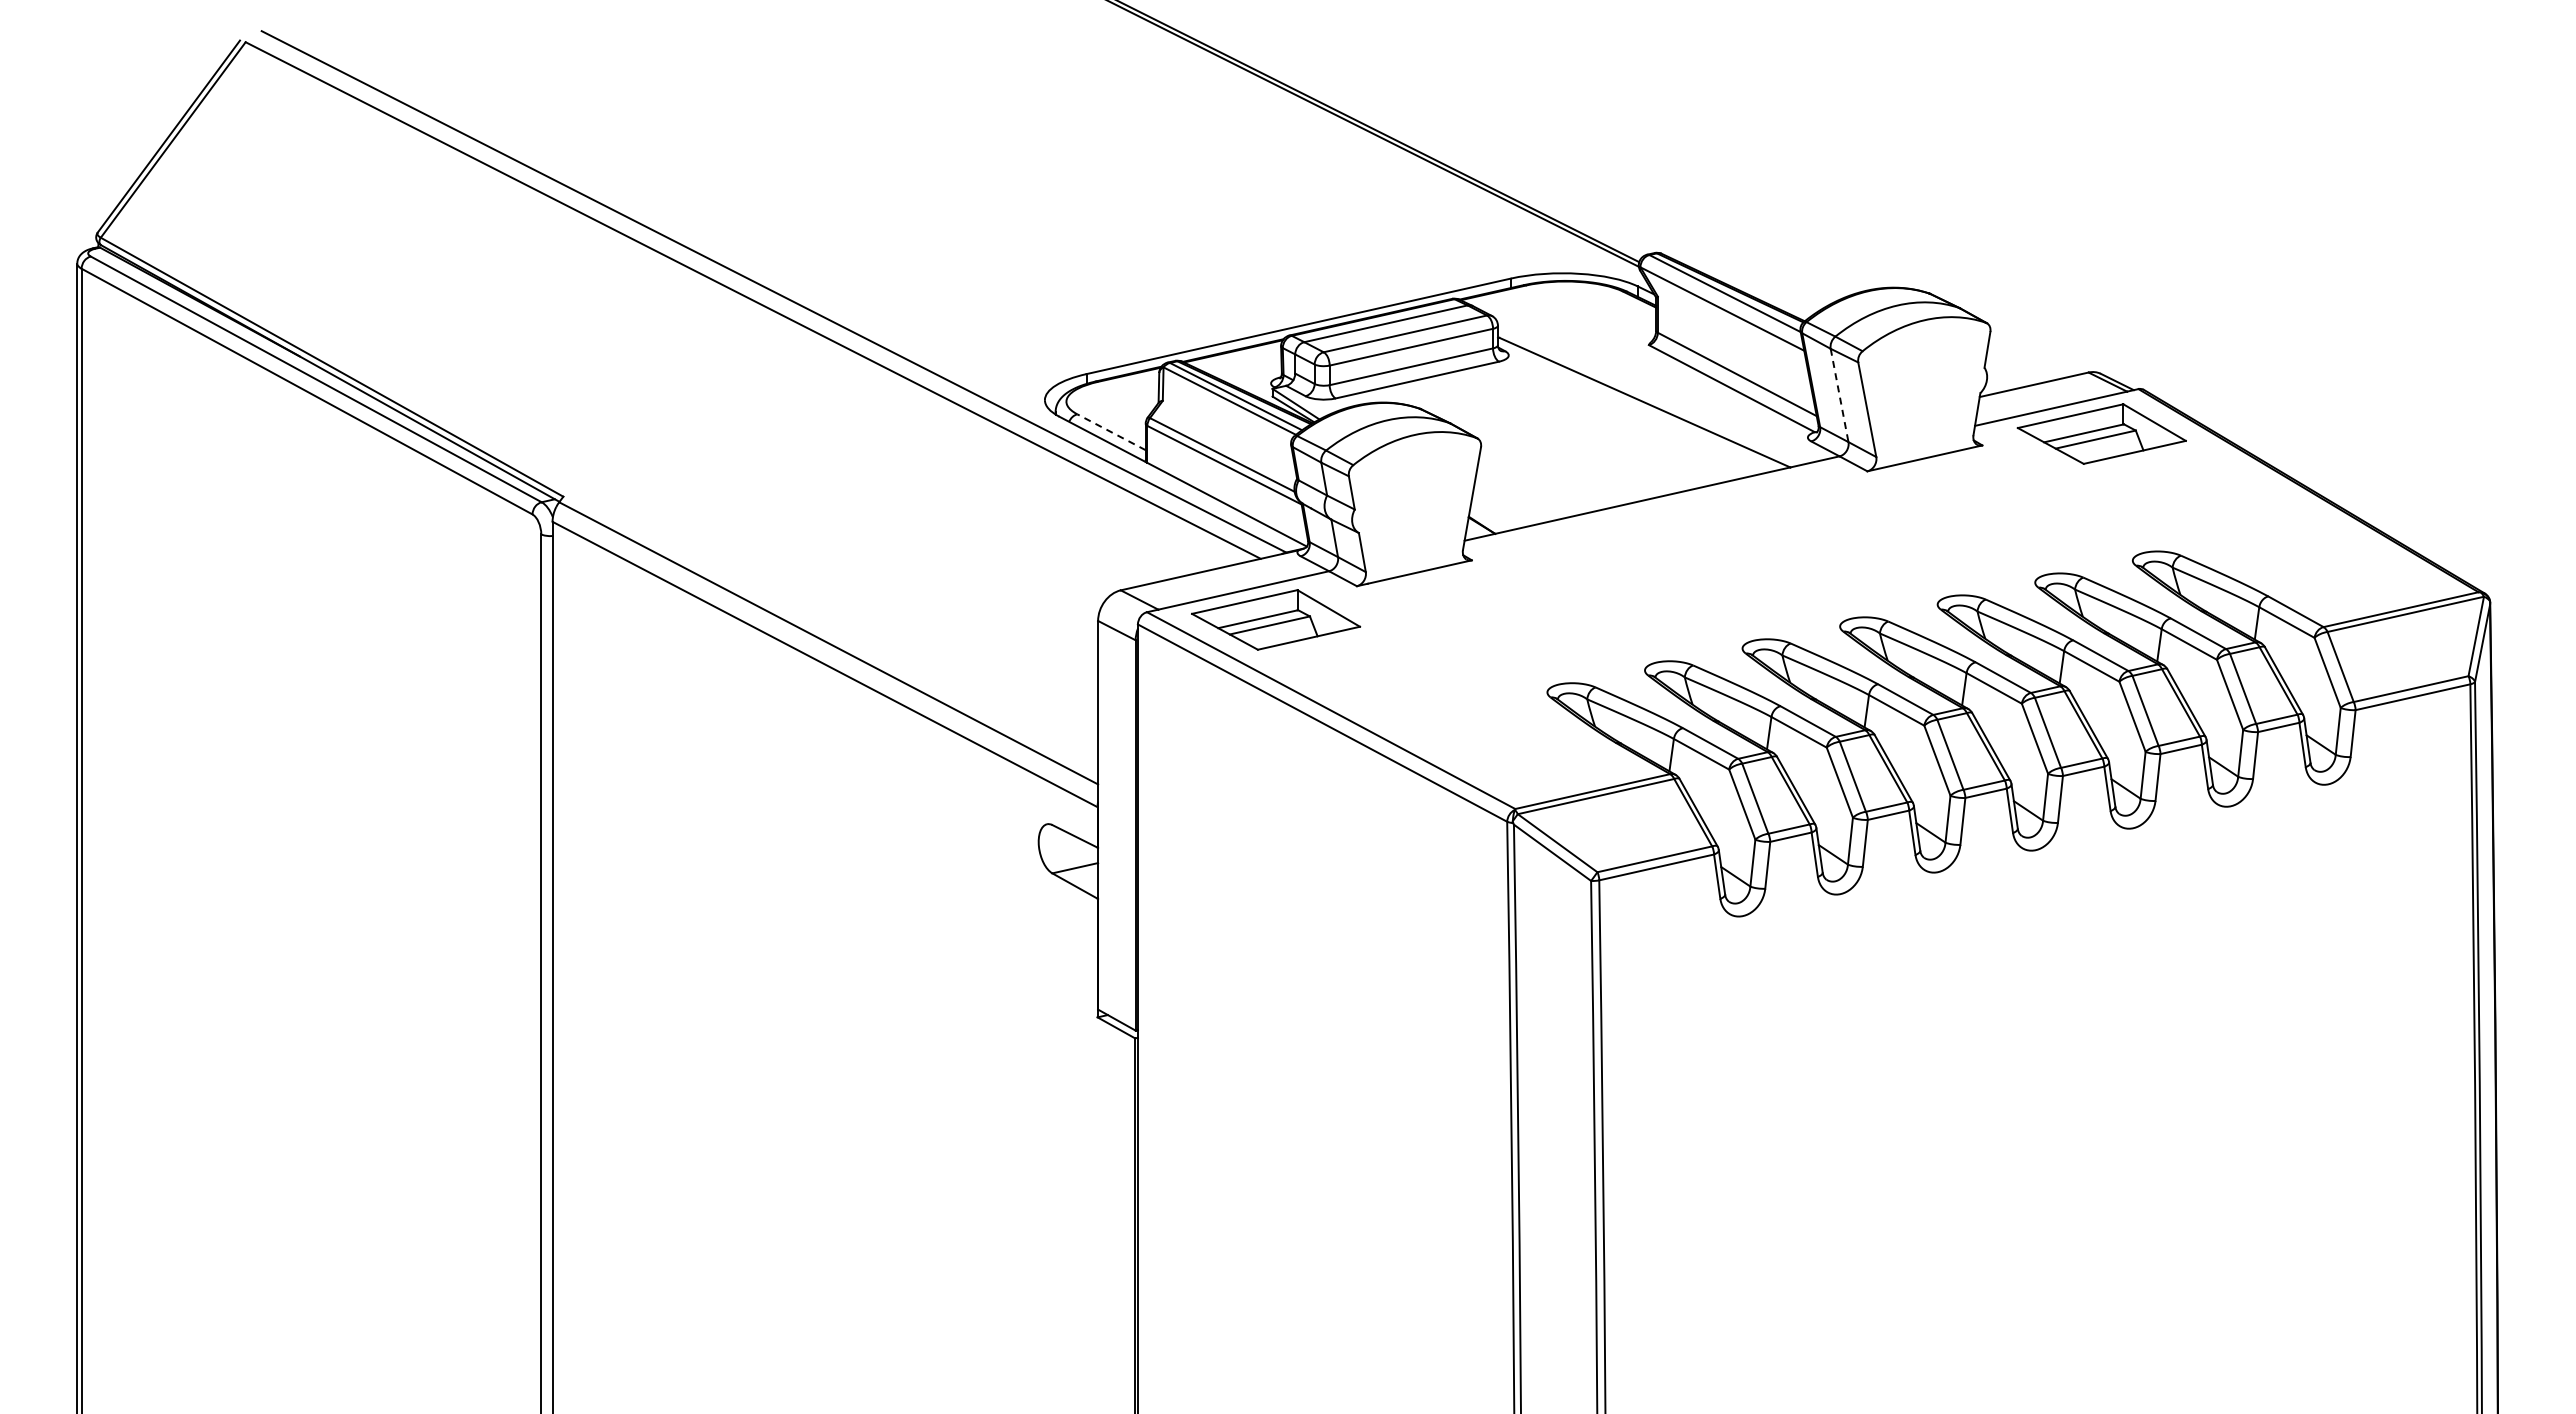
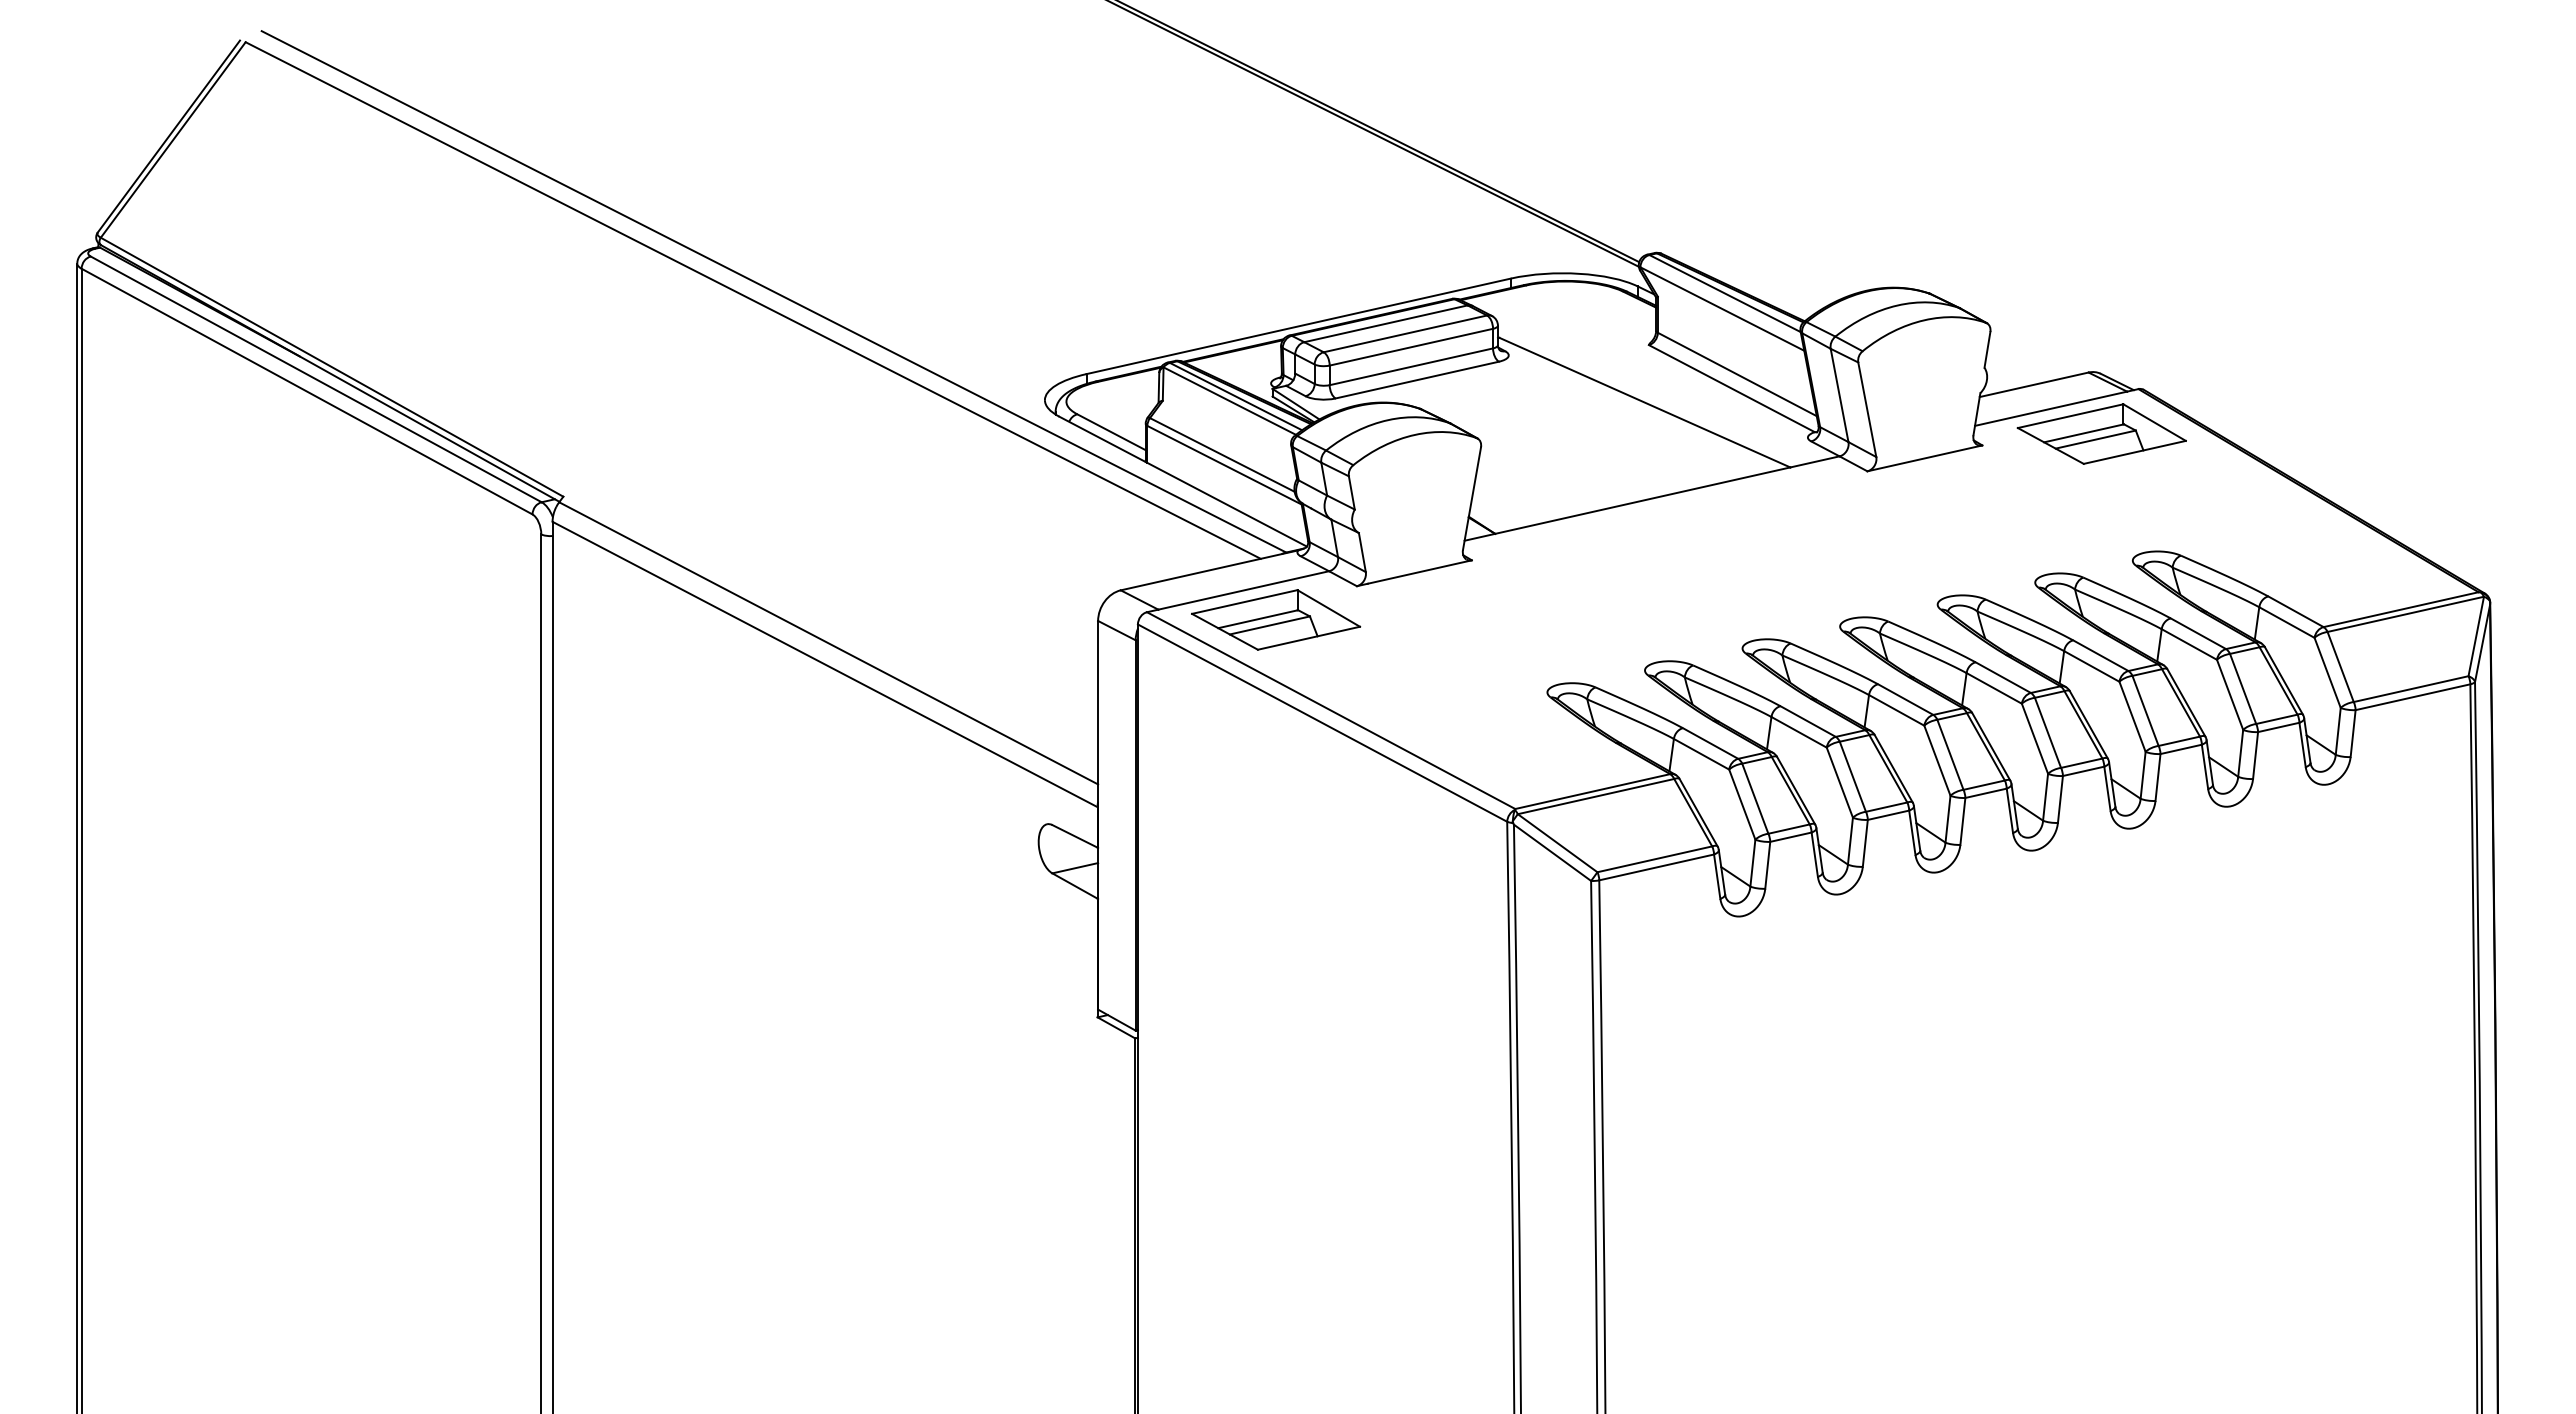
line at (1839, 395): dashed -> solid
line at (1111, 432): dashed -> solid
